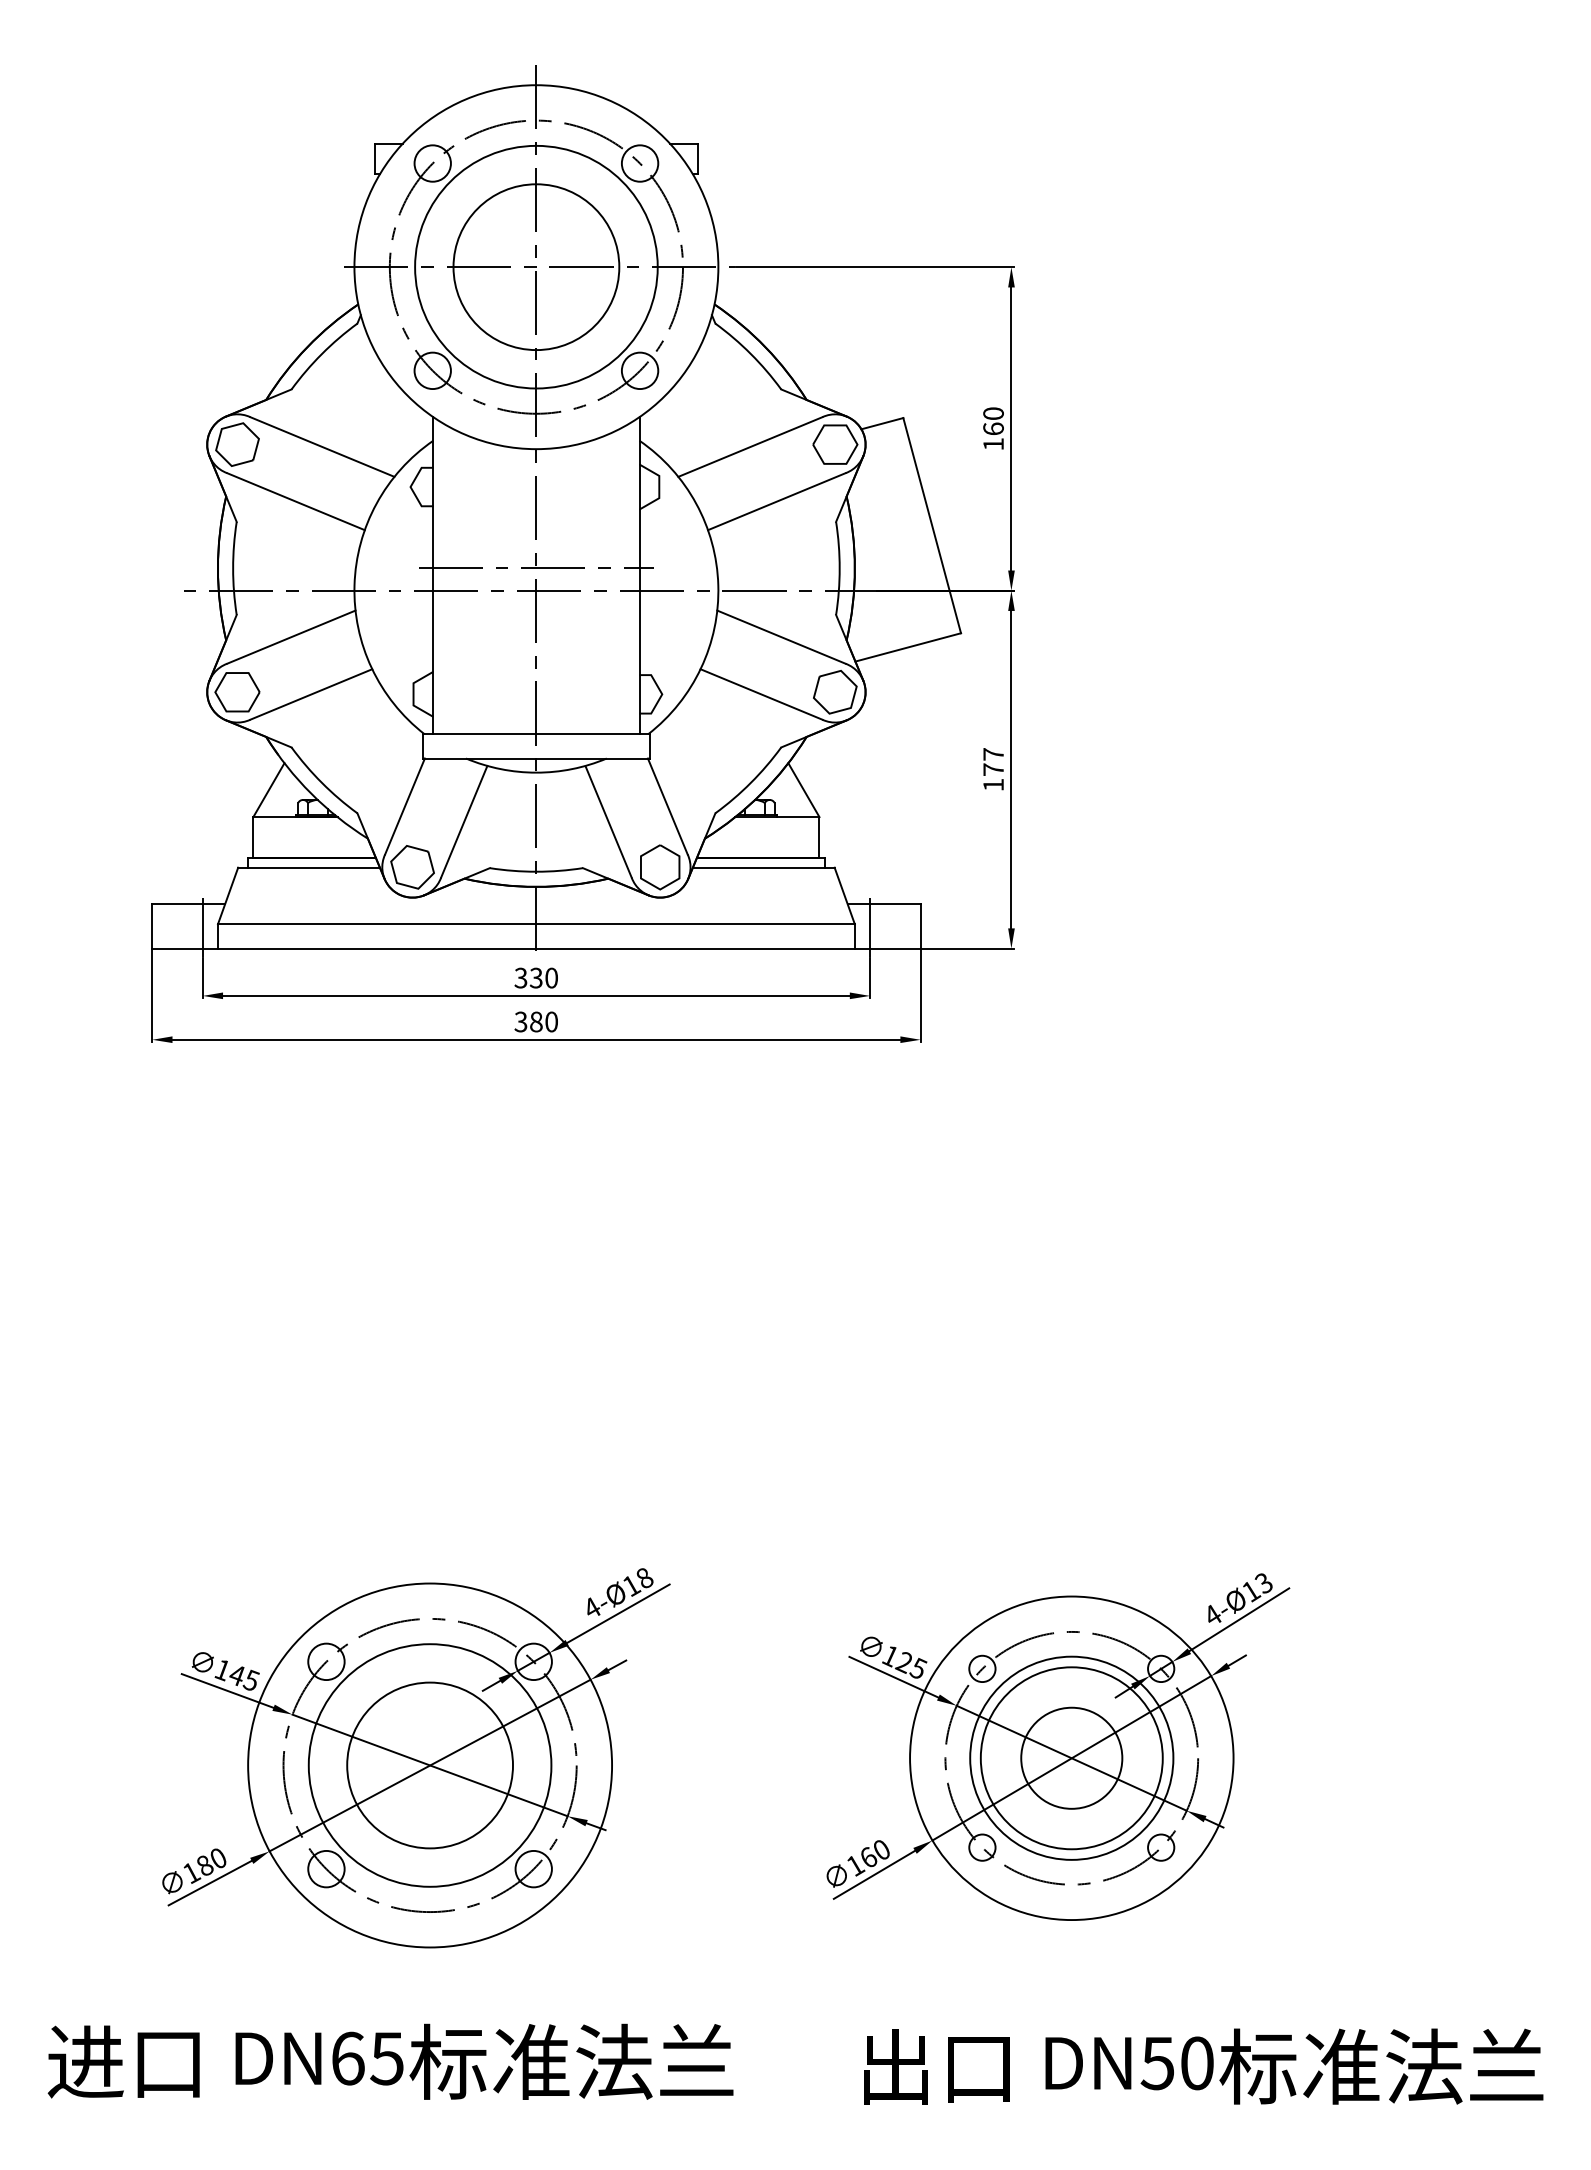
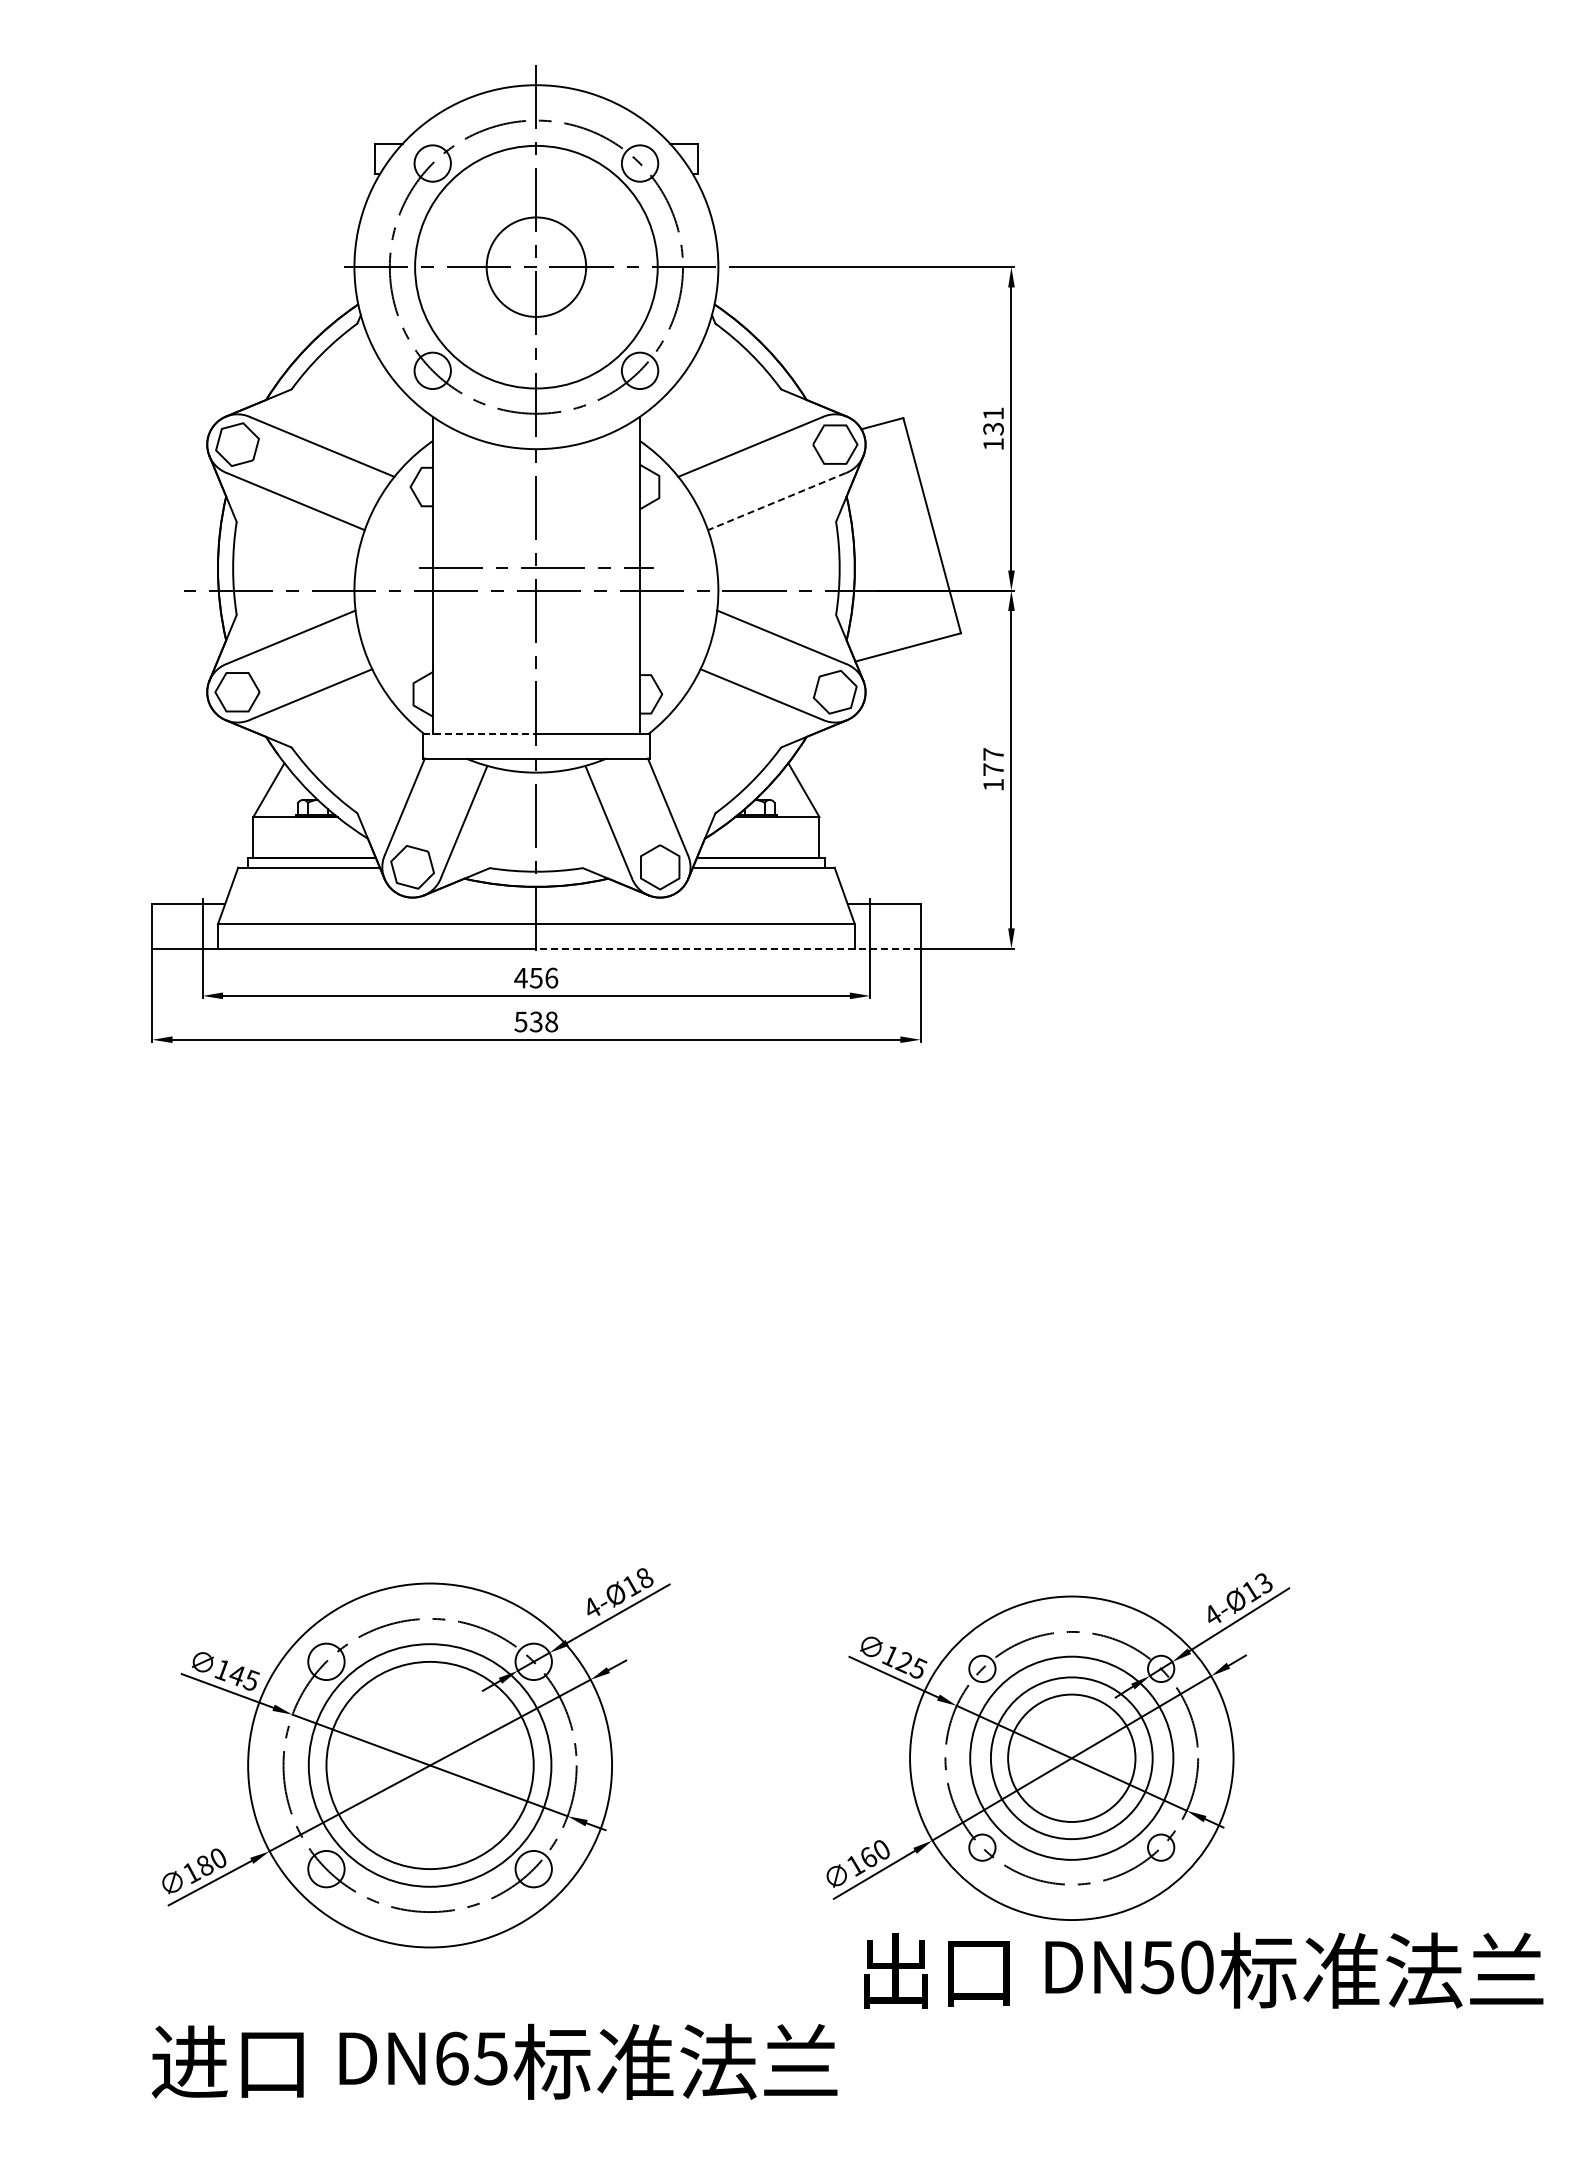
circle at (536, 267) diameter: 166 px -> 99 px
text at (993, 421): 160 -> 131
line at (776, 501): solid -> dashed
line at (479, 734): solid -> dashed
line at (728, 948): solid -> dashed
text at (536, 977): 330 -> 456
text at (536, 1021): 380 -> 538
circle at (1071, 1757) diameter: 101 px -> 162 px
circle at (1071, 1758) diameter: 182 px -> 127 px
circle at (430, 1765) diameter: 166 px -> 207 px
text at (390, 2061) position: (390, 2061) -> (494, 2061)
text at (1203, 2066) position: (1203, 2066) -> (1203, 1970)
